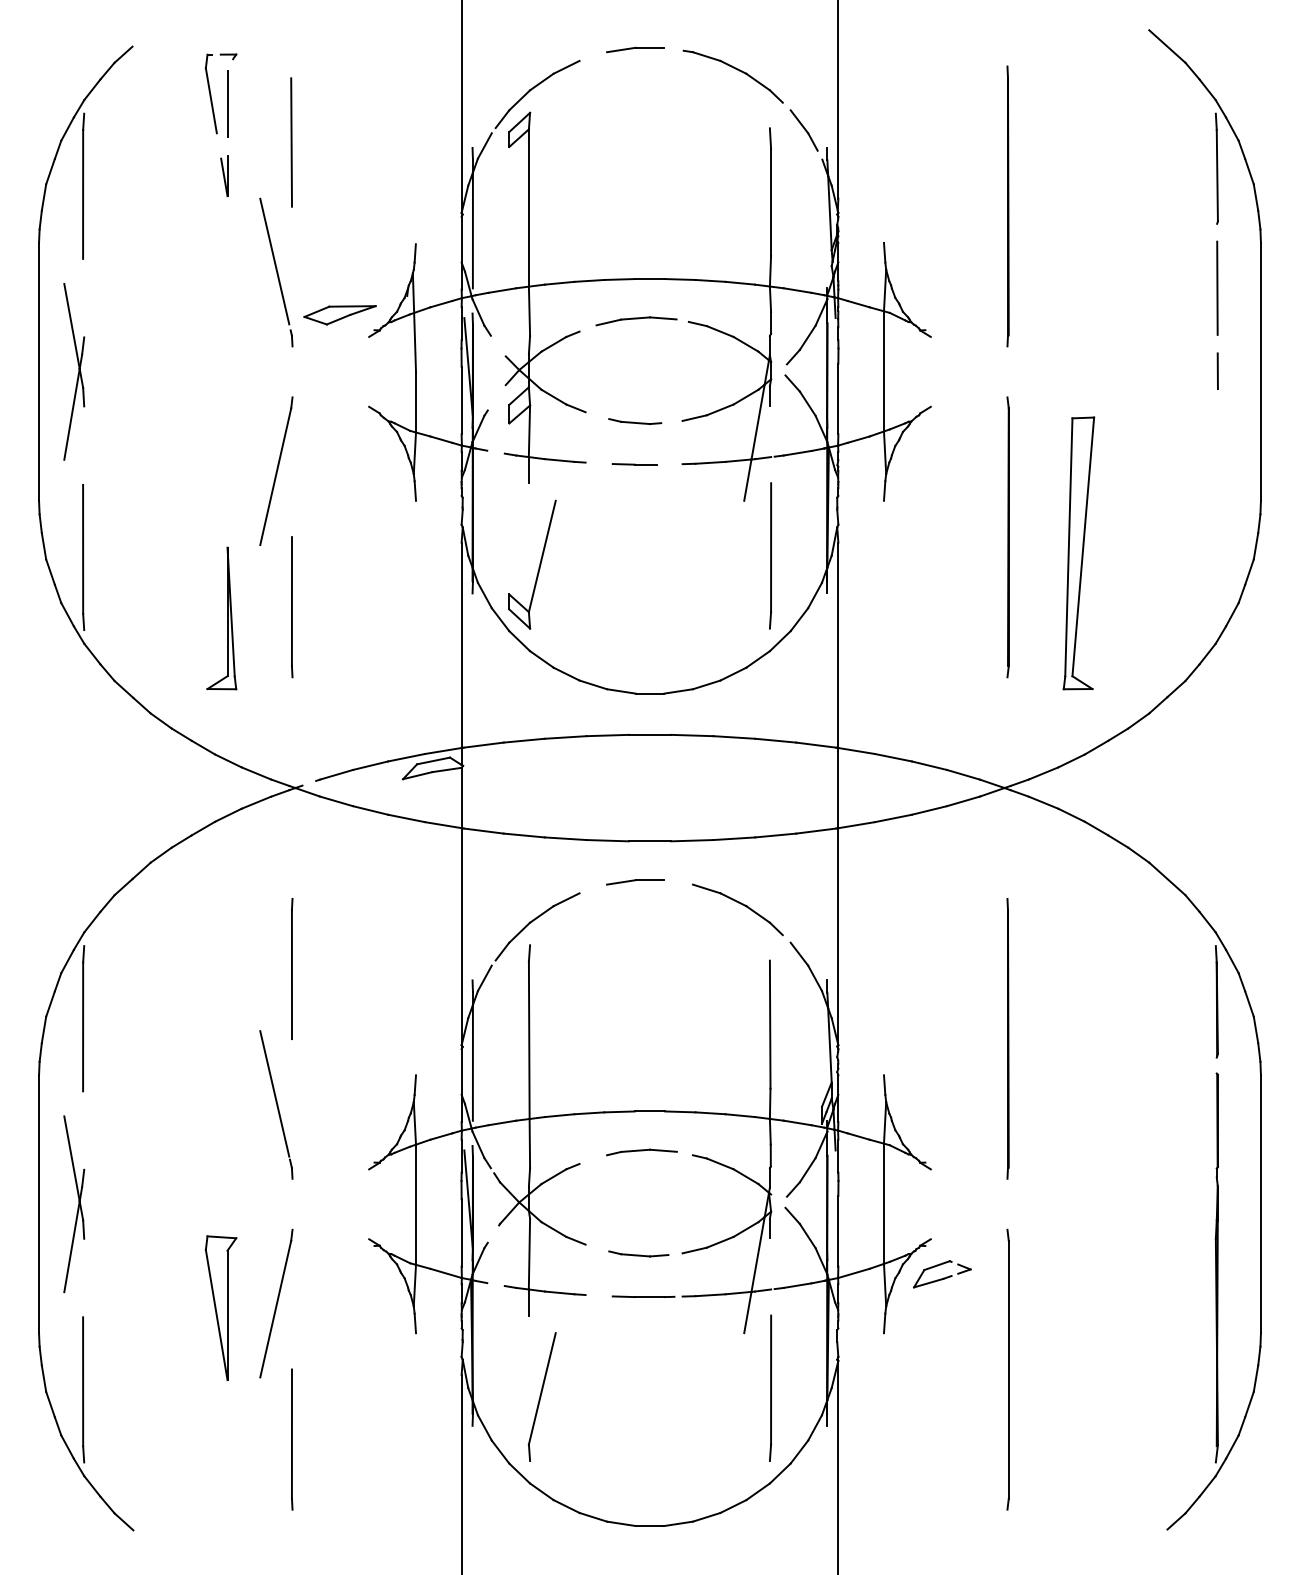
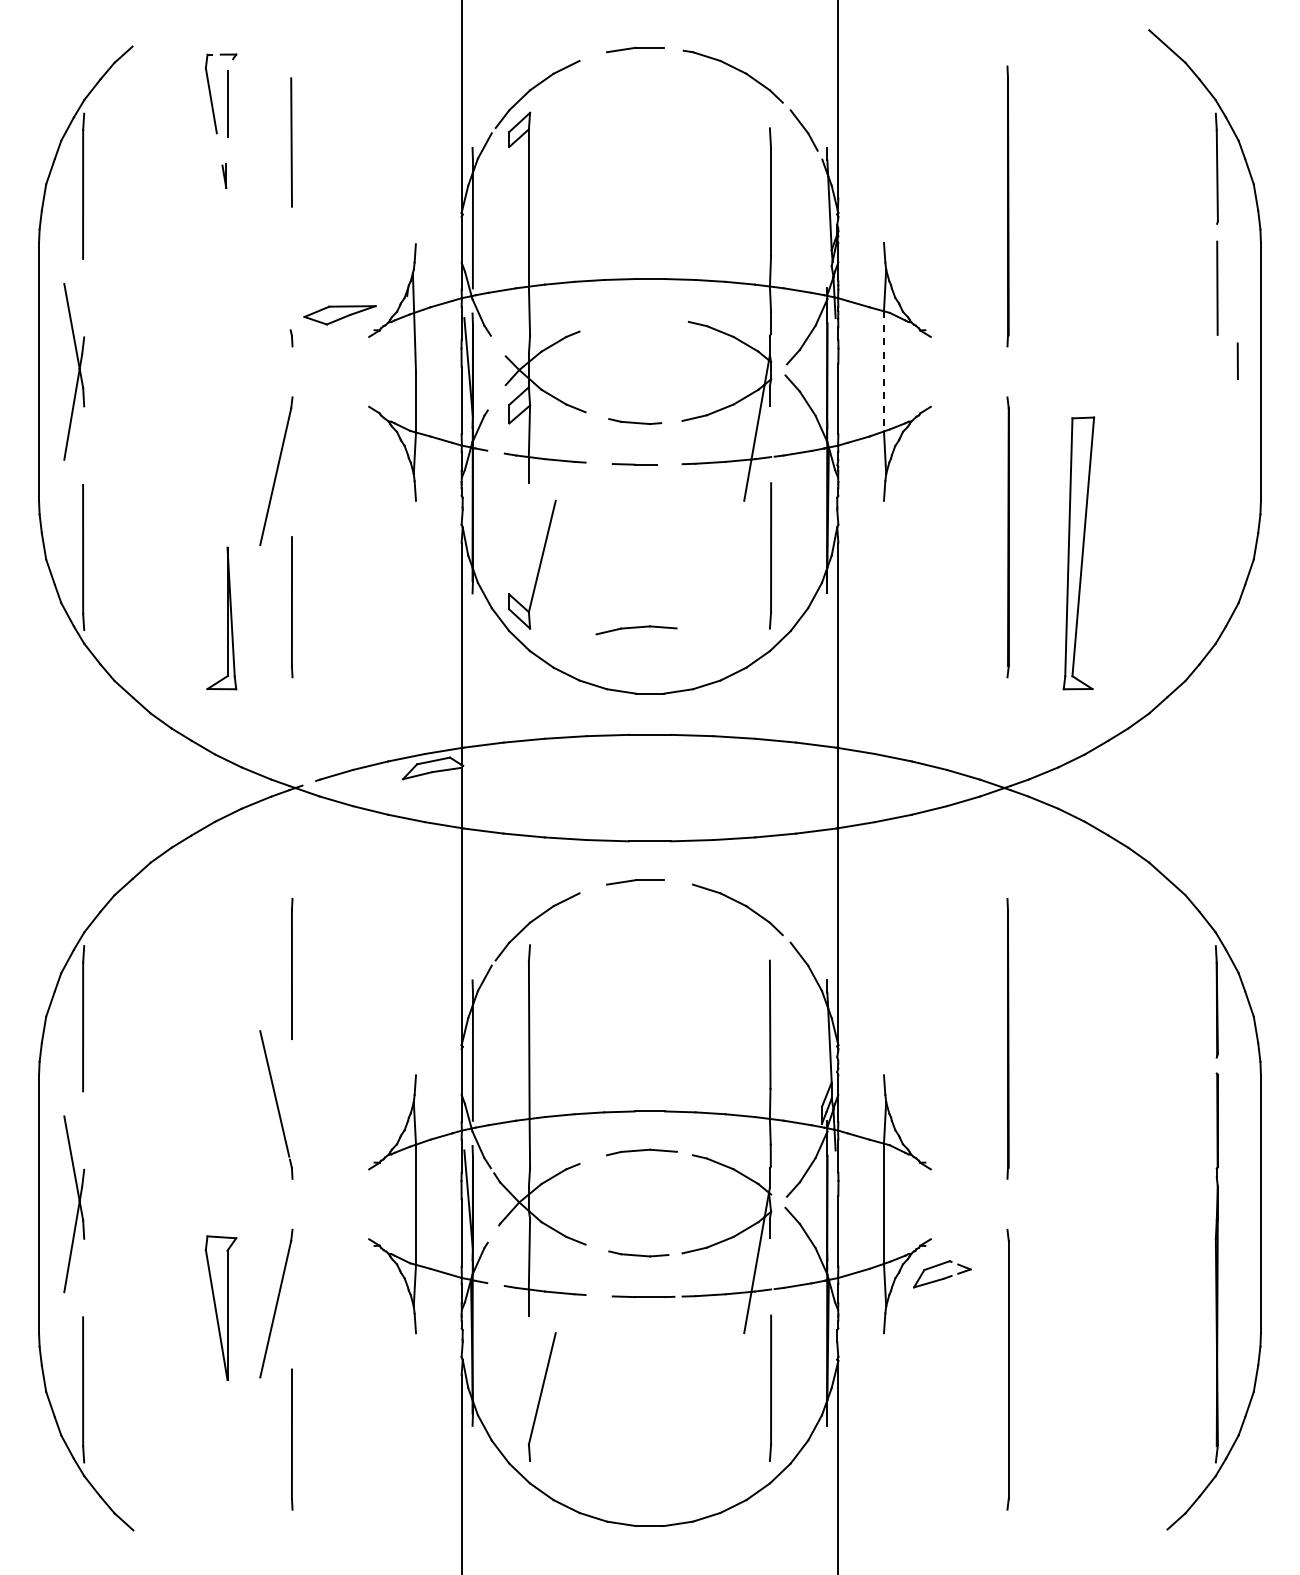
part at (224, 175) size: 9x42 px -> 7x26 px
line at (274, 261): present -> none
part at (636, 321) position: (636, 321) -> (636, 630)
line at (1217, 370) position: (1217, 370) -> (1237, 360)
line at (883, 371): solid -> dashed
